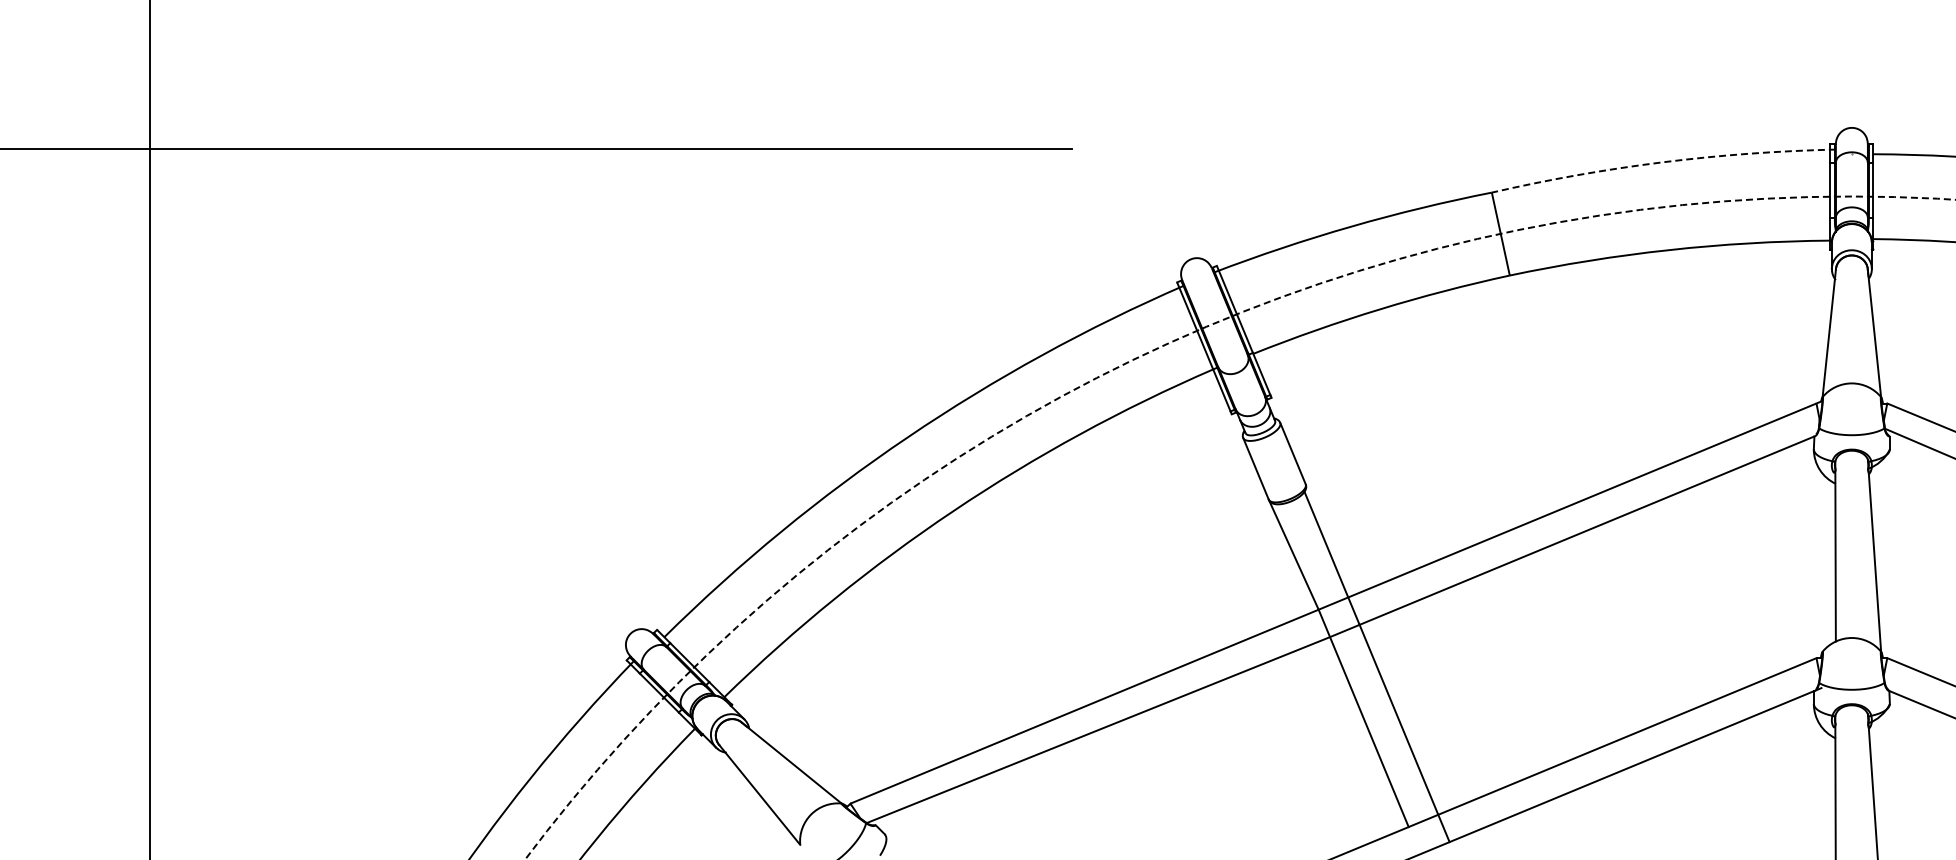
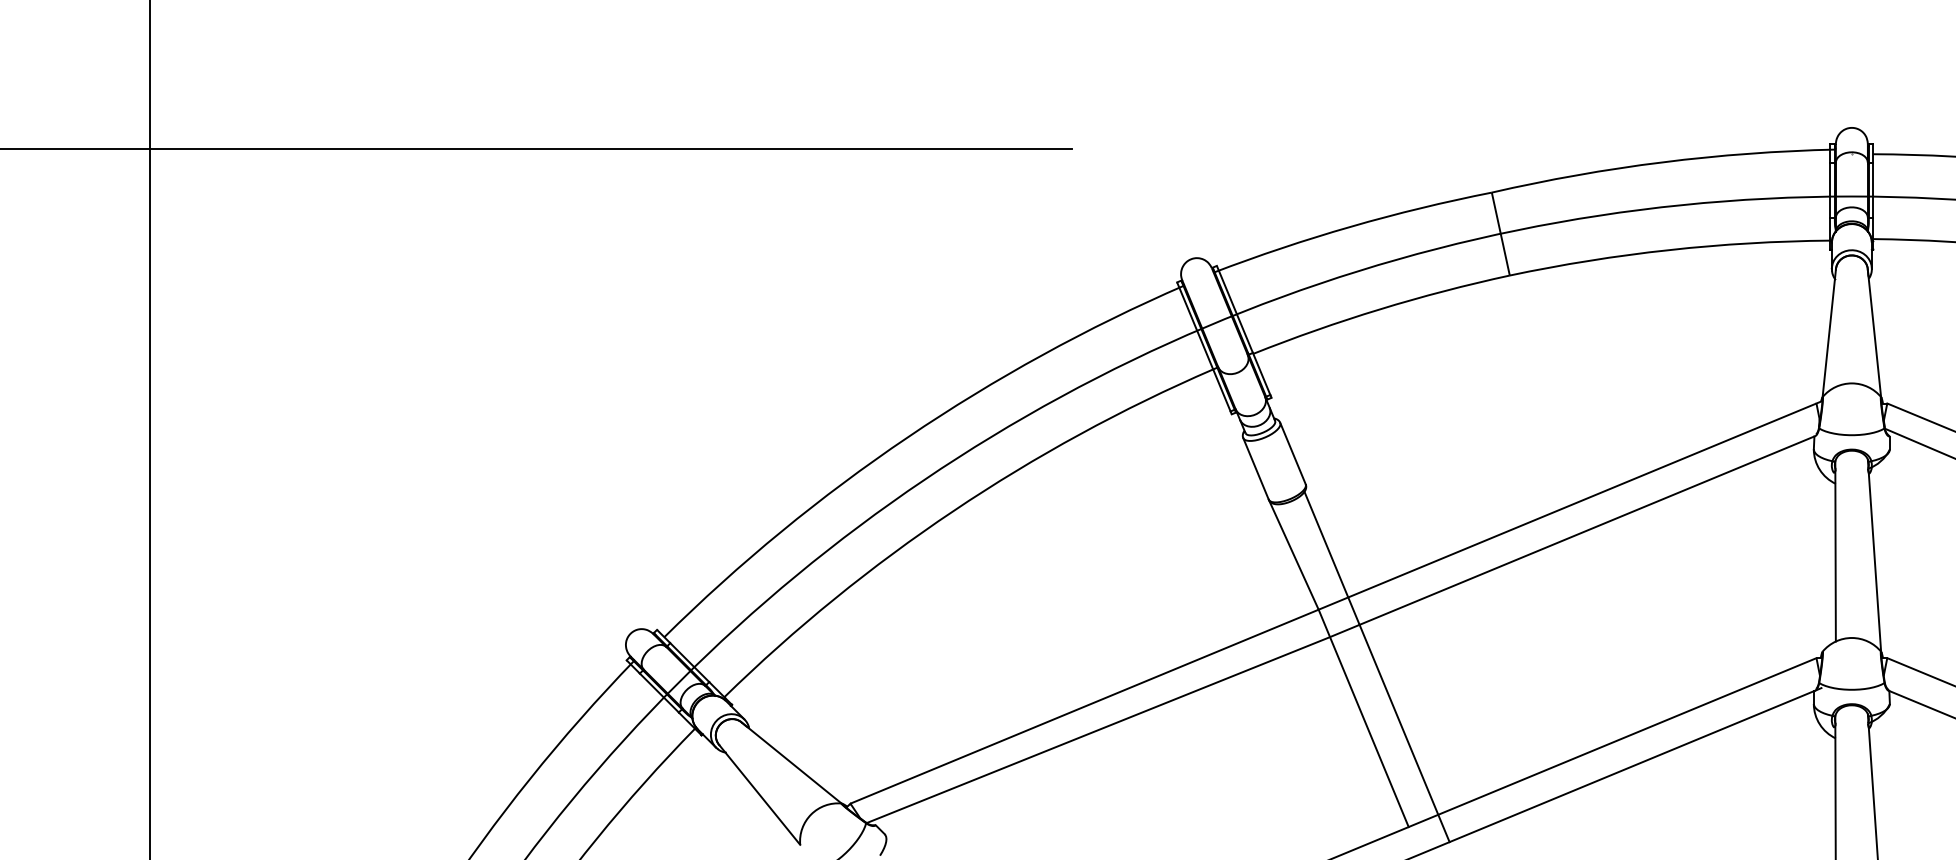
arc at (1662, 162): dashed -> solid
circle at (1240, 527): dashed -> solid
